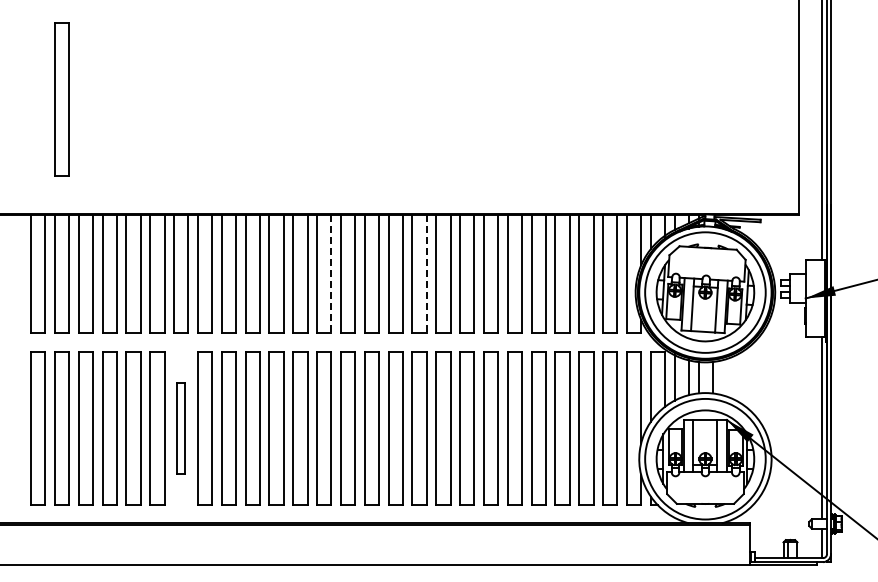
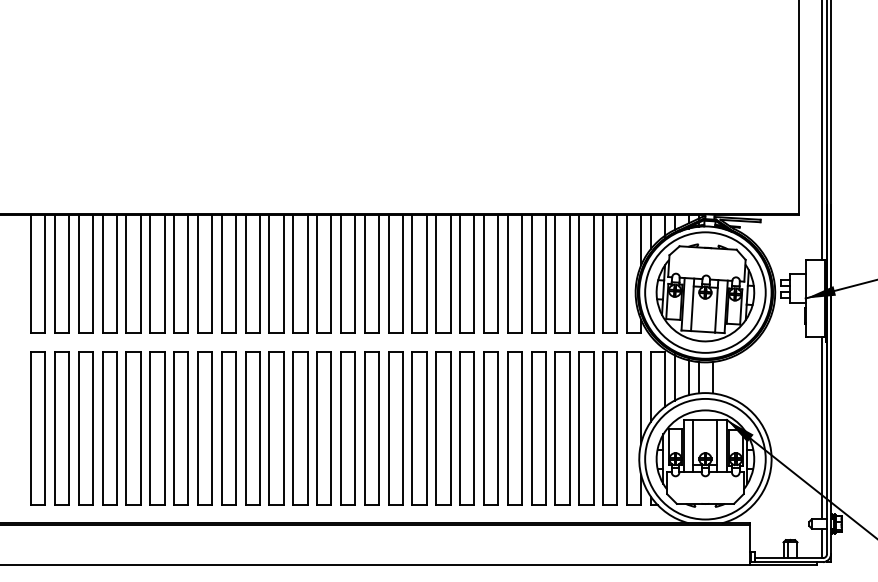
part at (61, 99): present -> none
line at (331, 274): dashed -> solid
line at (426, 274): dashed -> solid
part at (180, 428) size: 10x93 px -> 16x155 px
